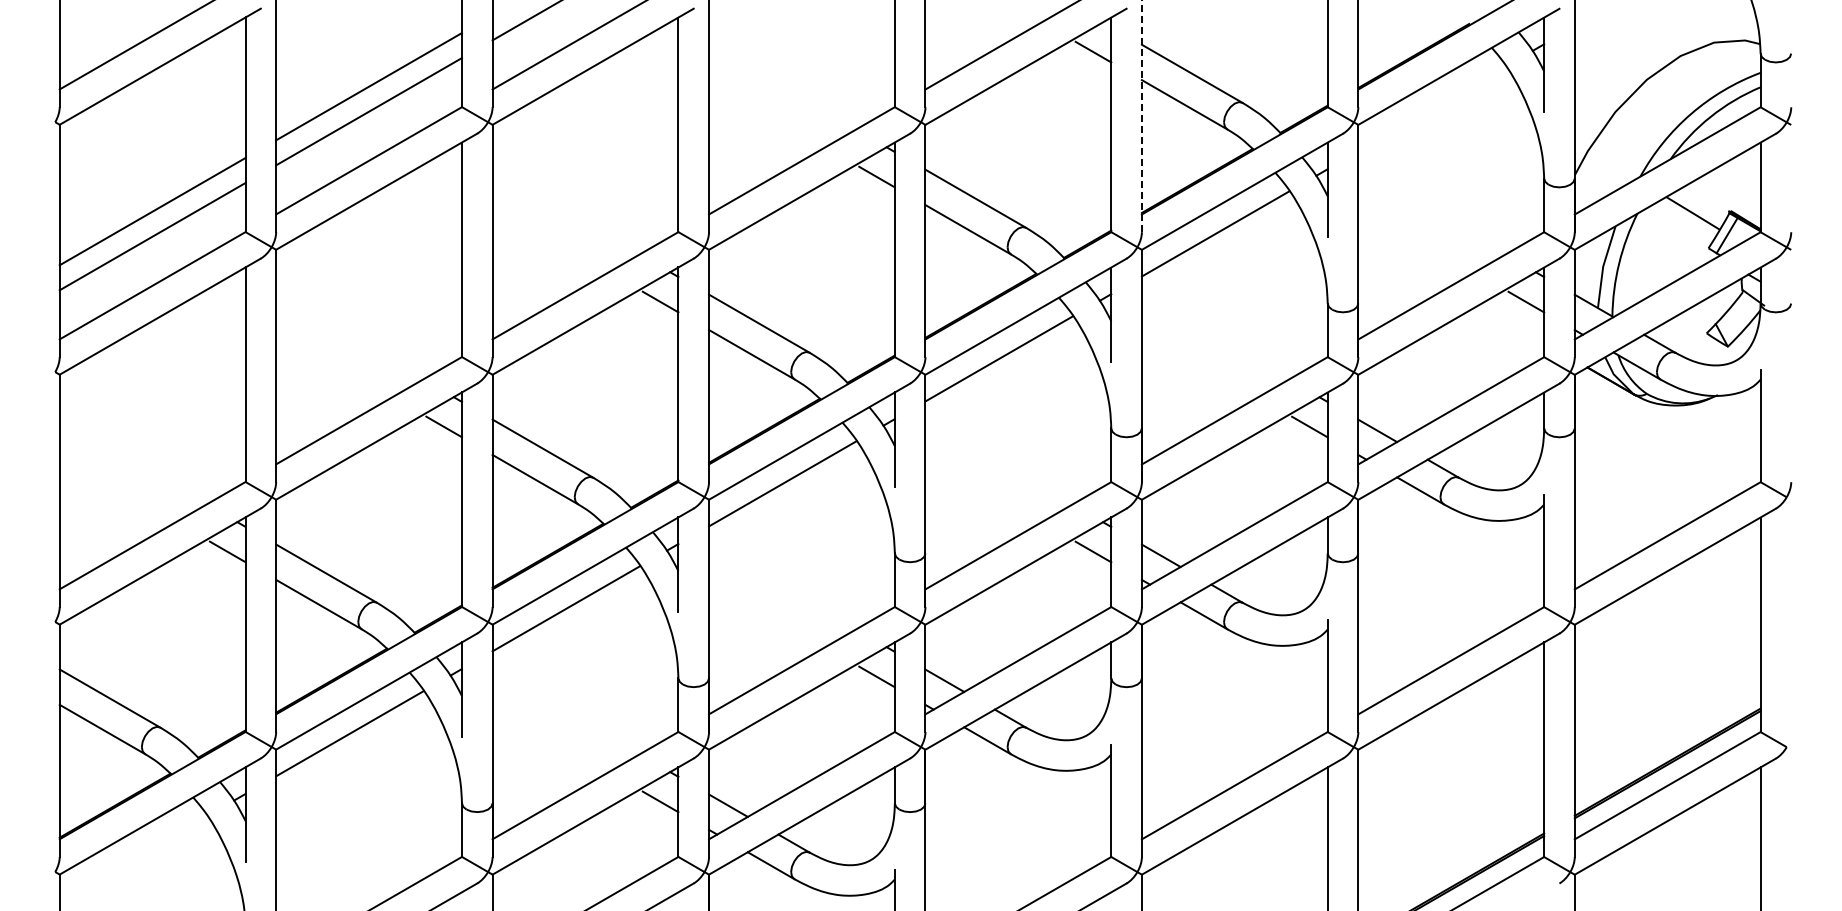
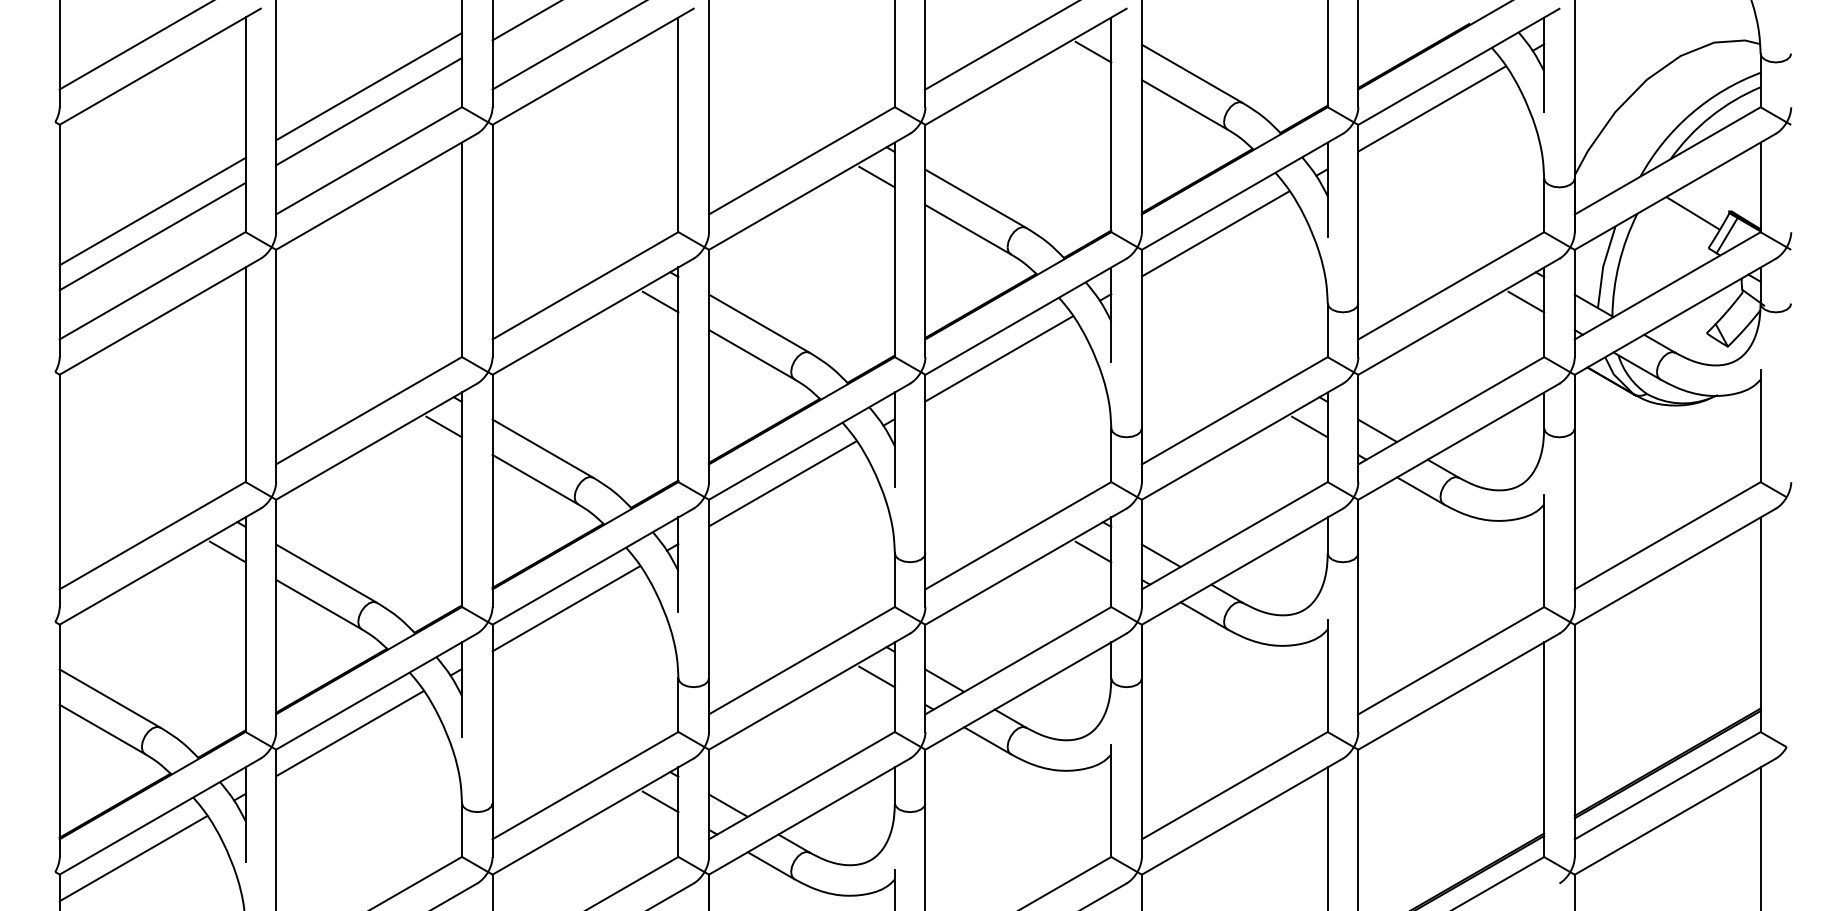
line at (1431, 108): none -> present
line at (1141, 116): dashed -> solid
line at (133, 858): none -> present
